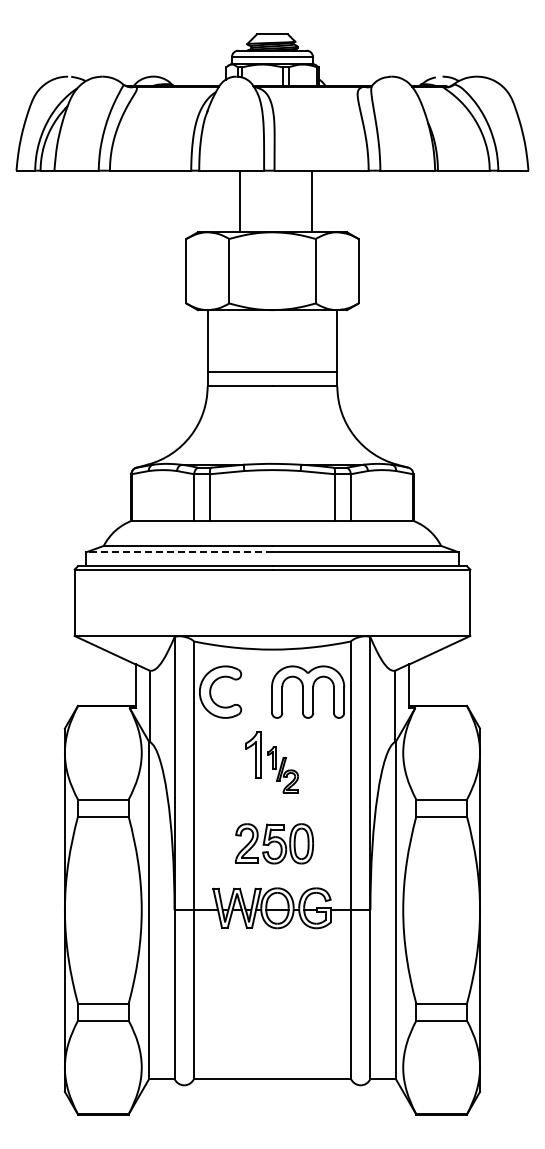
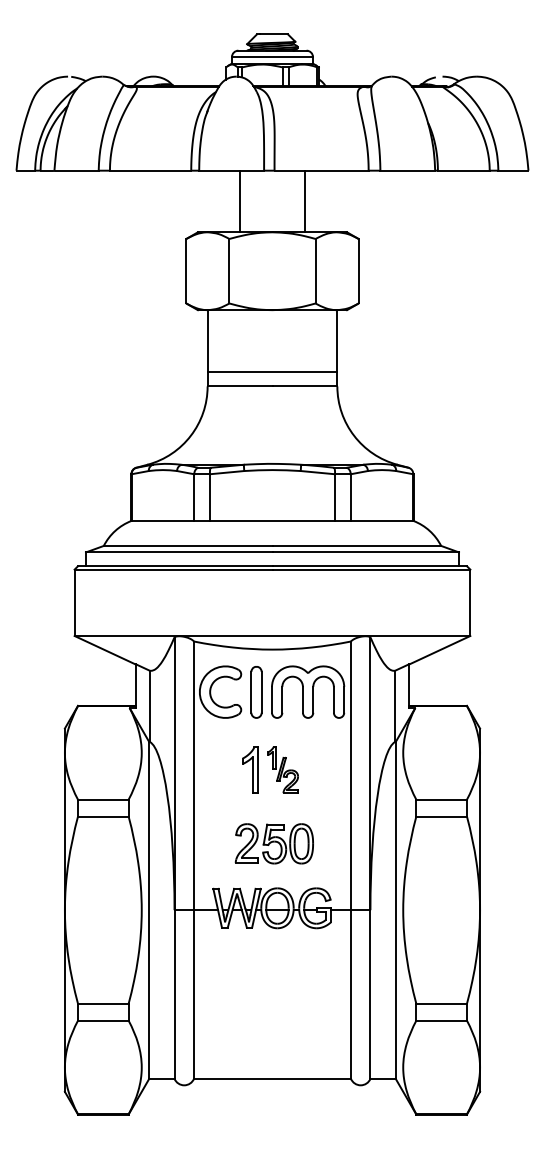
line at (311, 201) position: (311, 201) -> (304, 201)
line at (178, 552): dashed -> solid
part at (256, 692): none -> present
part at (253, 754) position: (253, 754) -> (250, 769)
